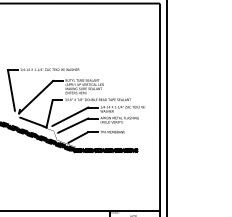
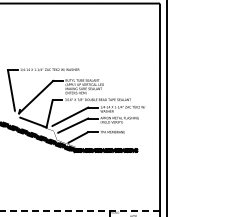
line at (80, 211): solid -> dashed
